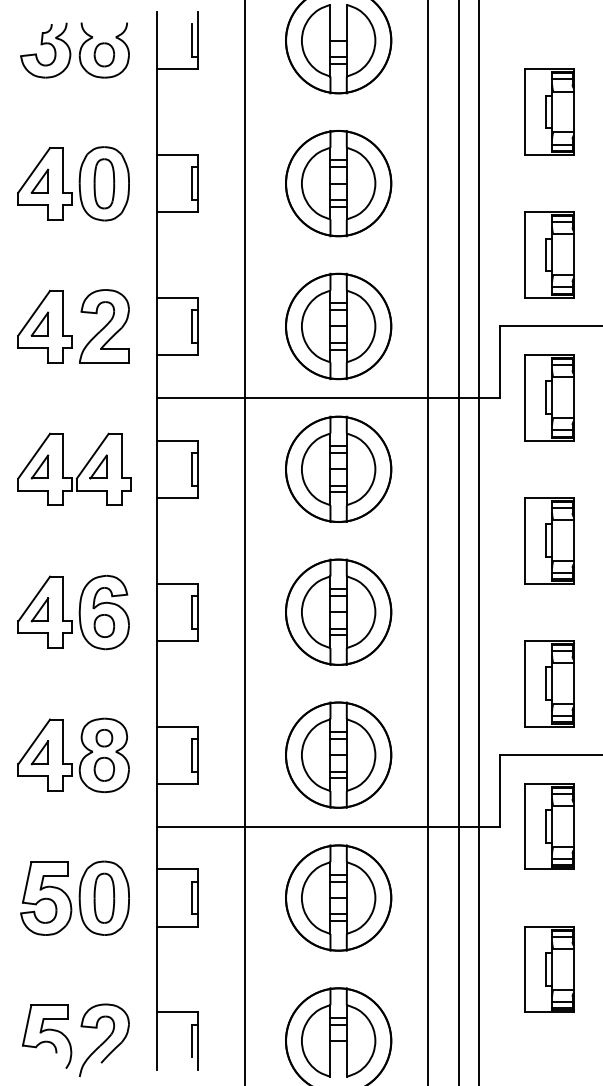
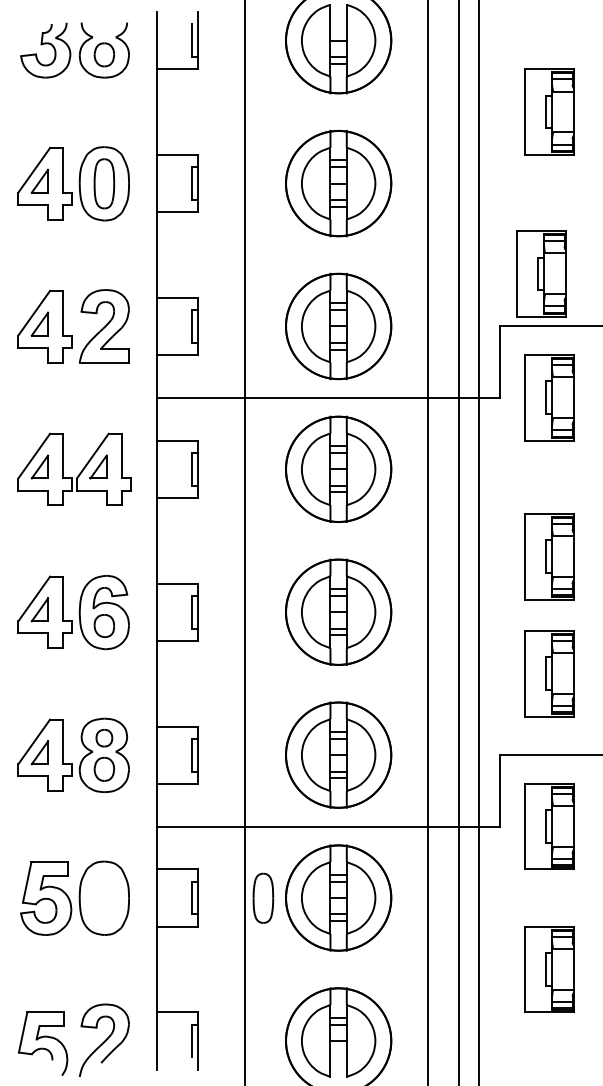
part at (549, 254) position: (549, 254) -> (541, 273)
part at (549, 540) position: (549, 540) -> (549, 556)
part at (549, 683) position: (549, 683) -> (549, 673)
part at (104, 897) position: (104, 897) -> (263, 897)
part at (47, 1036) position: (47, 1036) -> (43, 1043)
